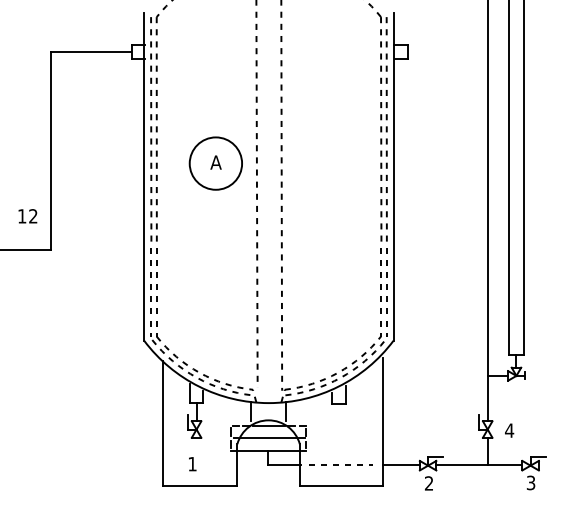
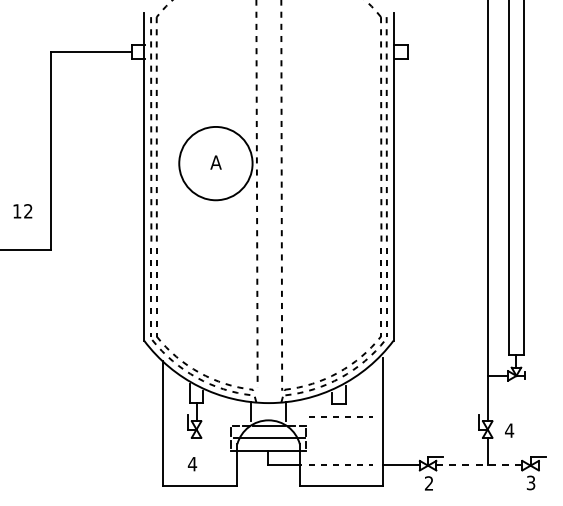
circle at (215, 163) diameter: 52 px -> 73 px
text at (27, 216) position: (27, 216) -> (22, 211)
line at (338, 416): none -> present
text at (192, 464): 1 -> 4
line at (478, 465): solid -> dashed
